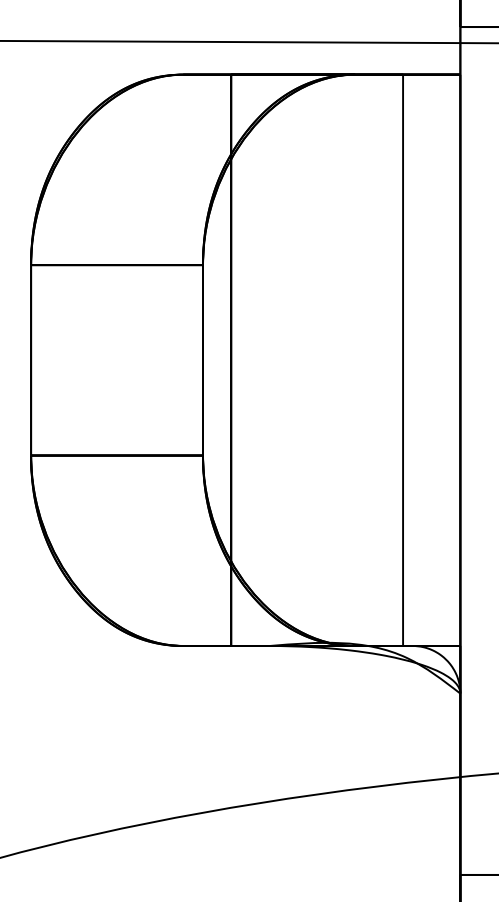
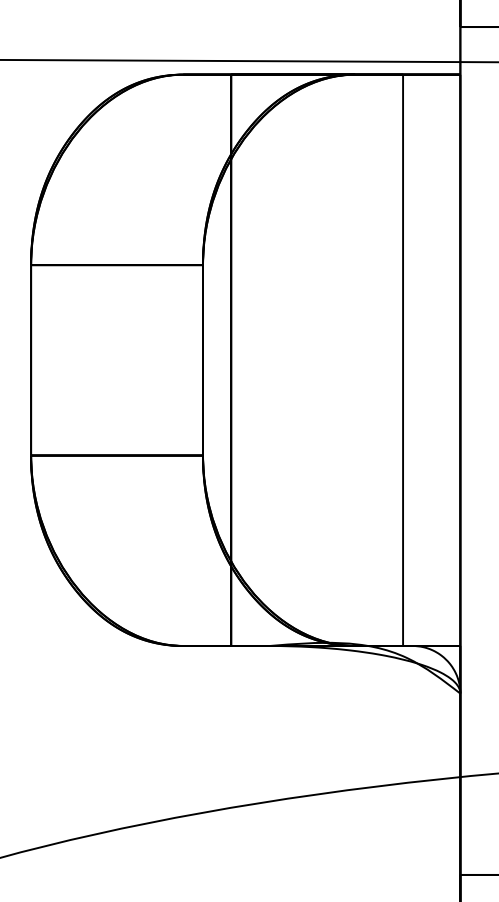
line at (248, 41) position: (248, 41) -> (248, 60)
